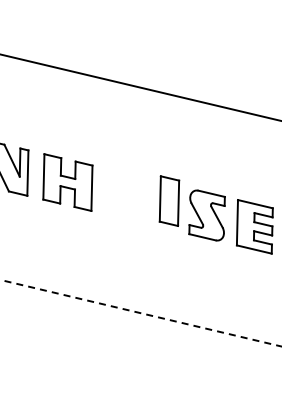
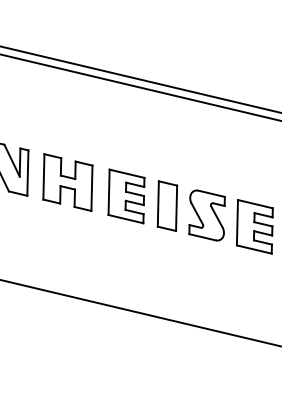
line at (140, 79): none -> present
part at (126, 196): none -> present
part at (169, 200) position: (169, 200) -> (167, 205)
line at (141, 313): dashed -> solid
